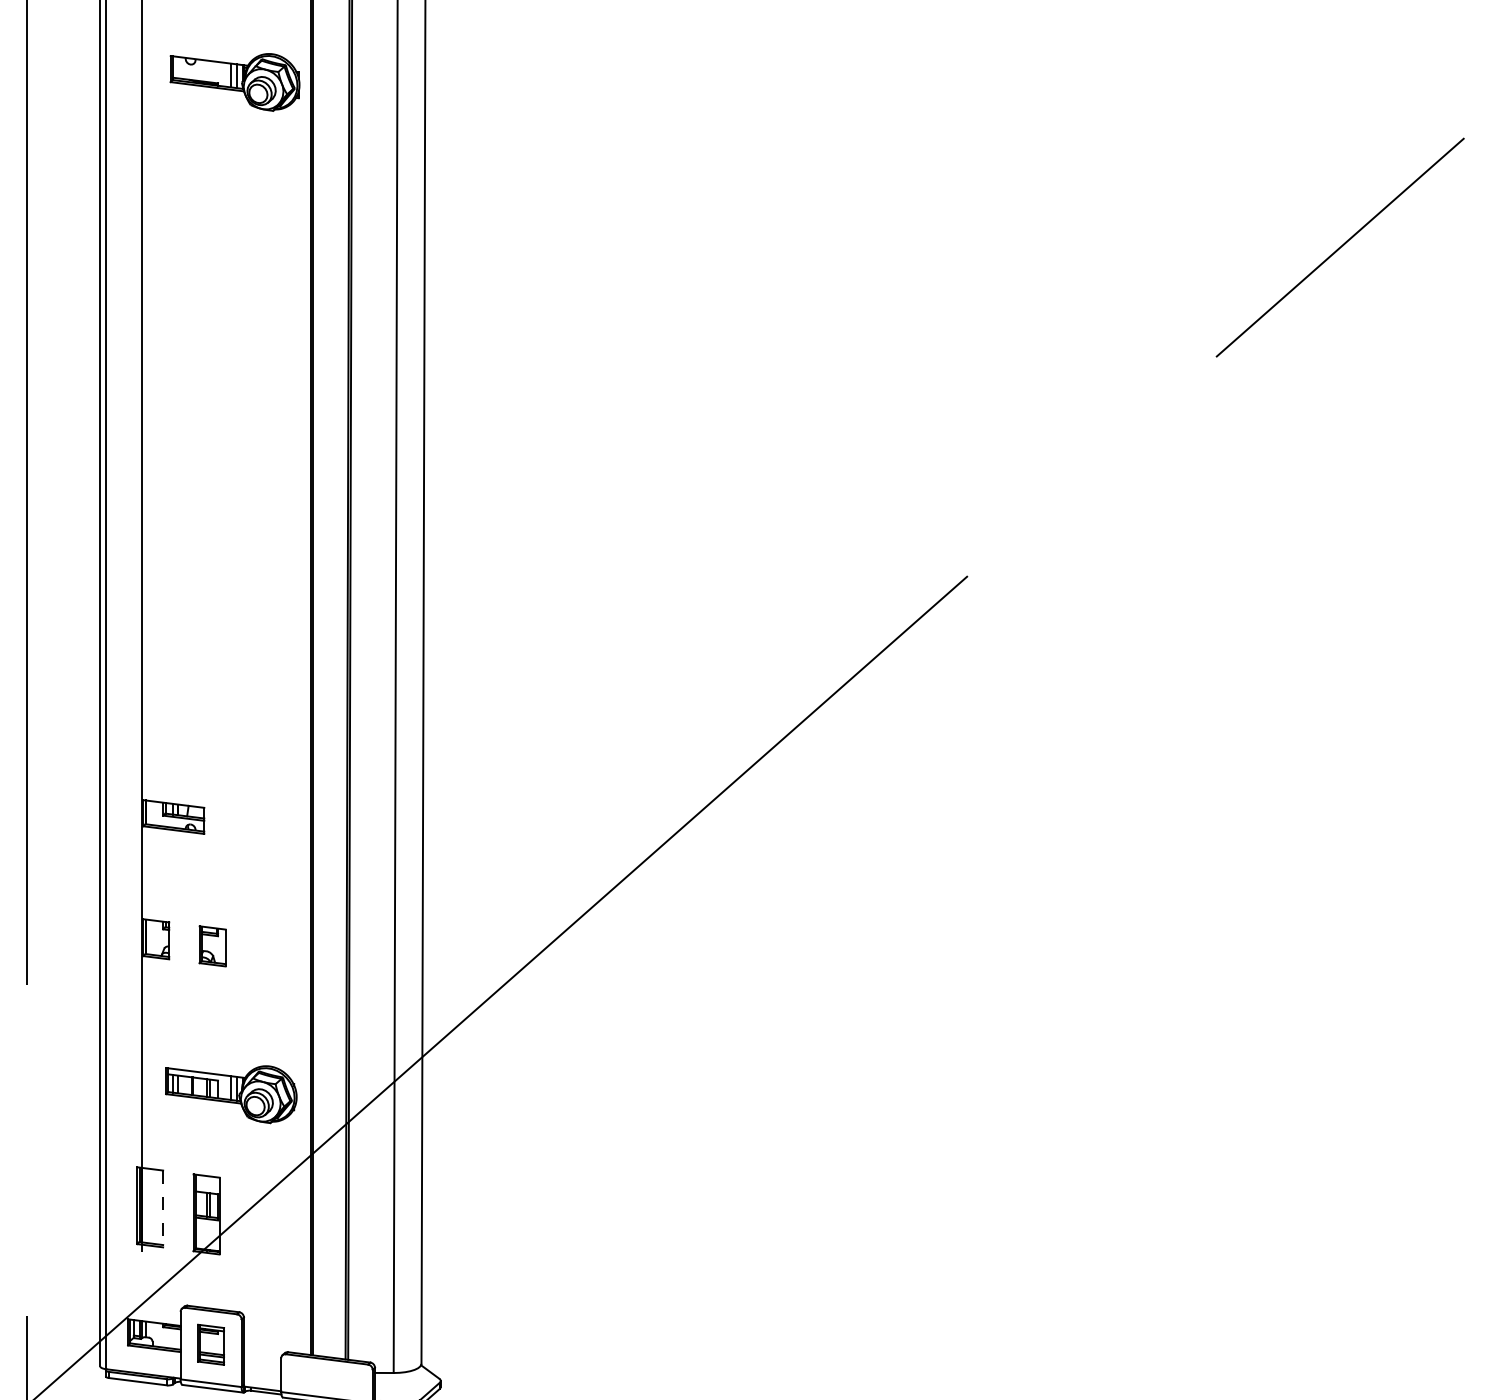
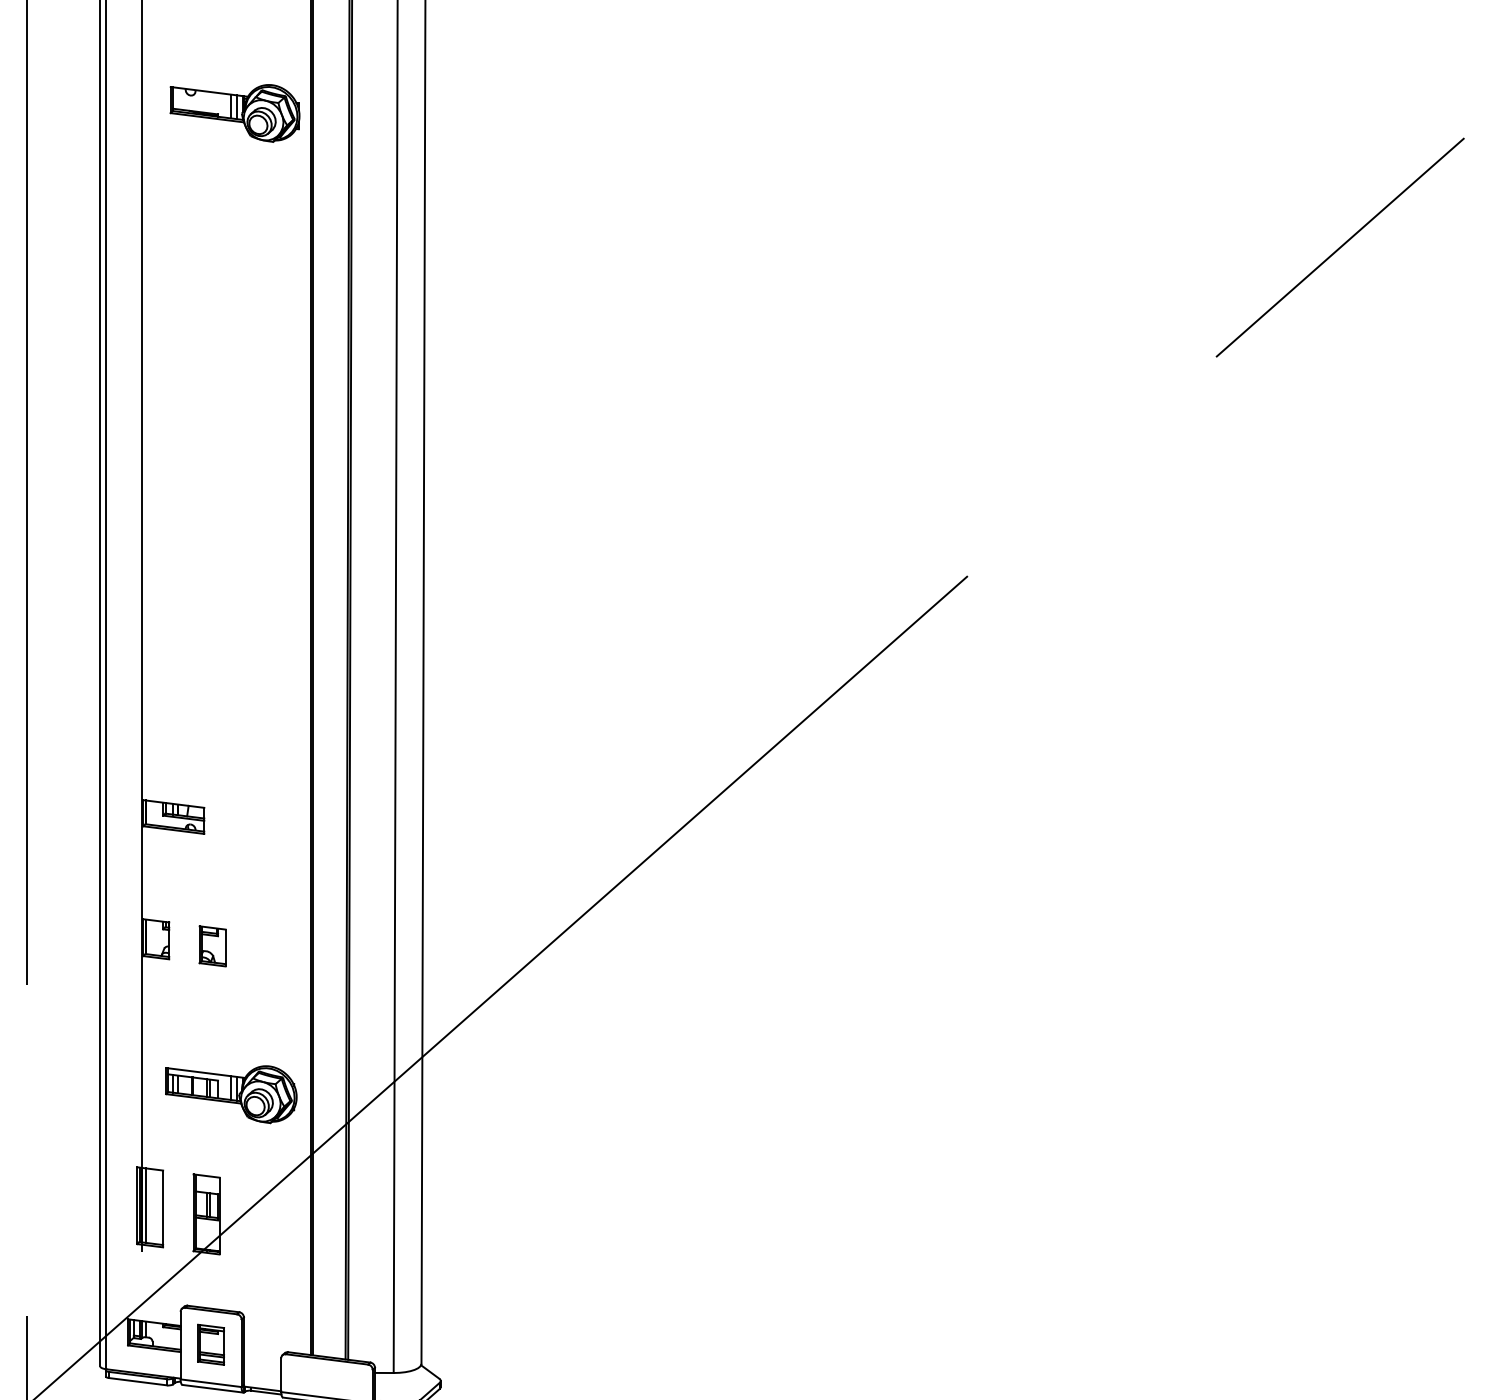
part at (234, 82) position: (234, 82) -> (234, 113)
line at (145, 1205): none -> present
line at (163, 1209): dashed -> solid
